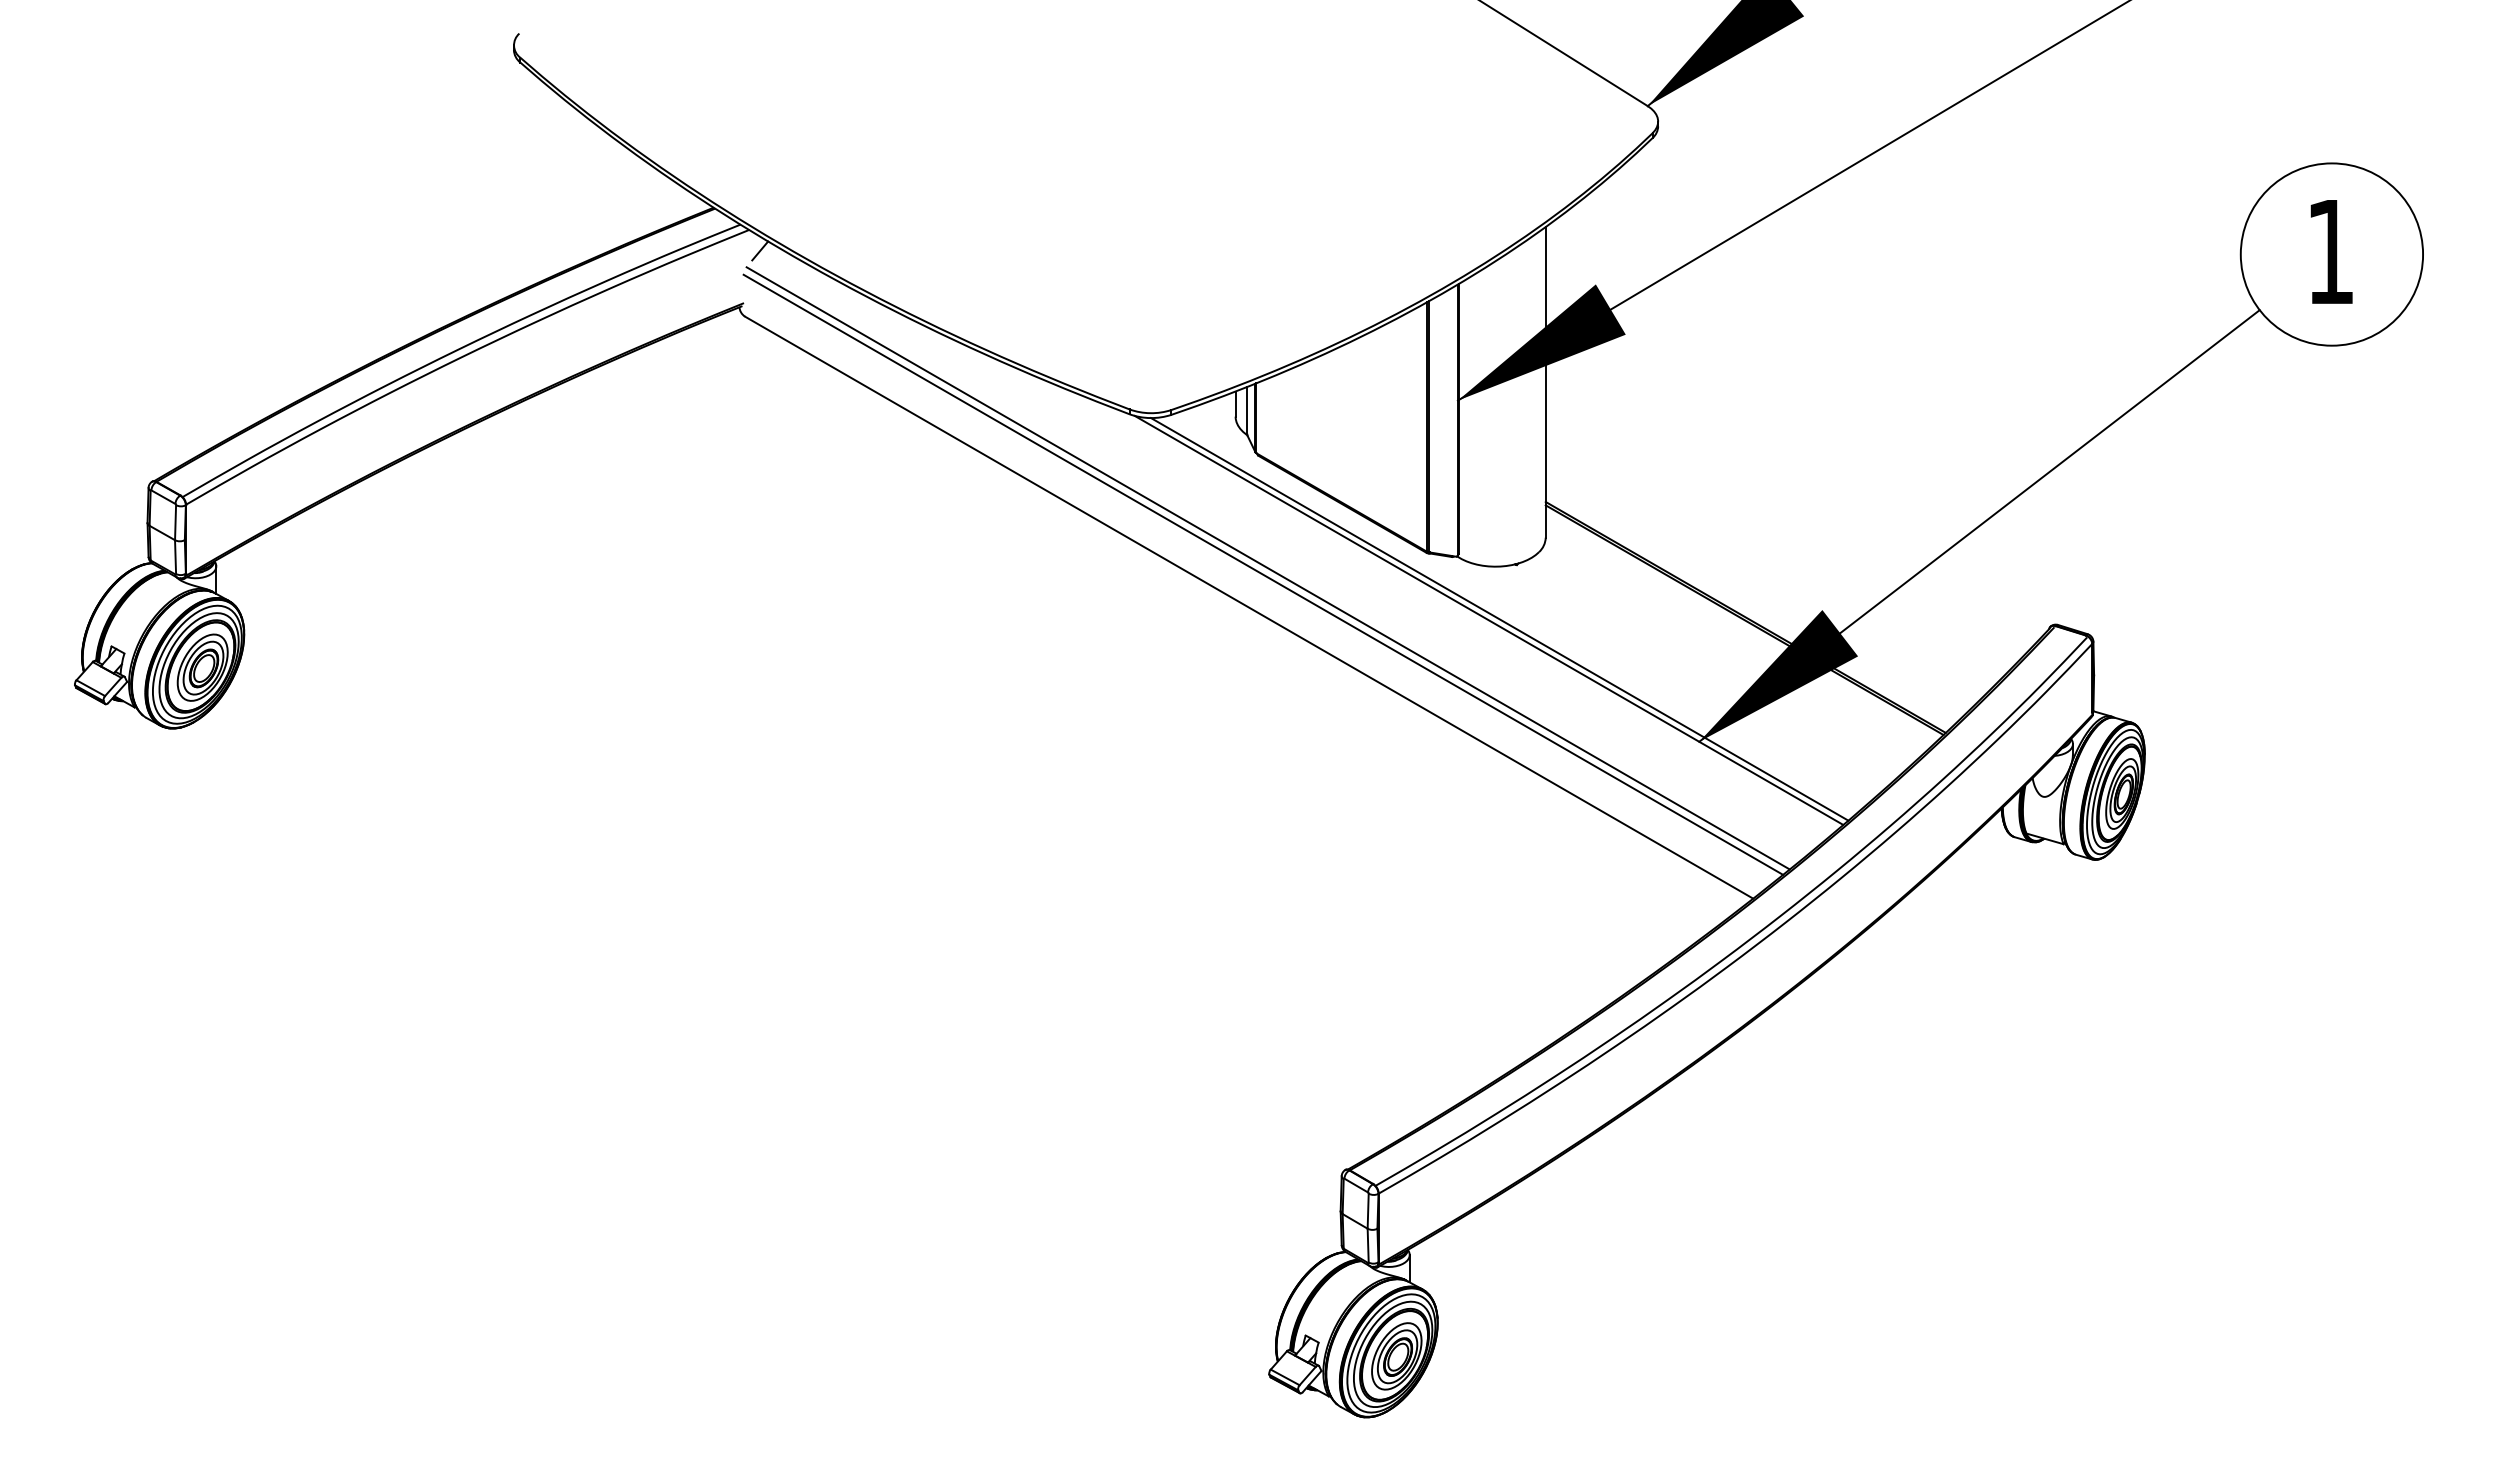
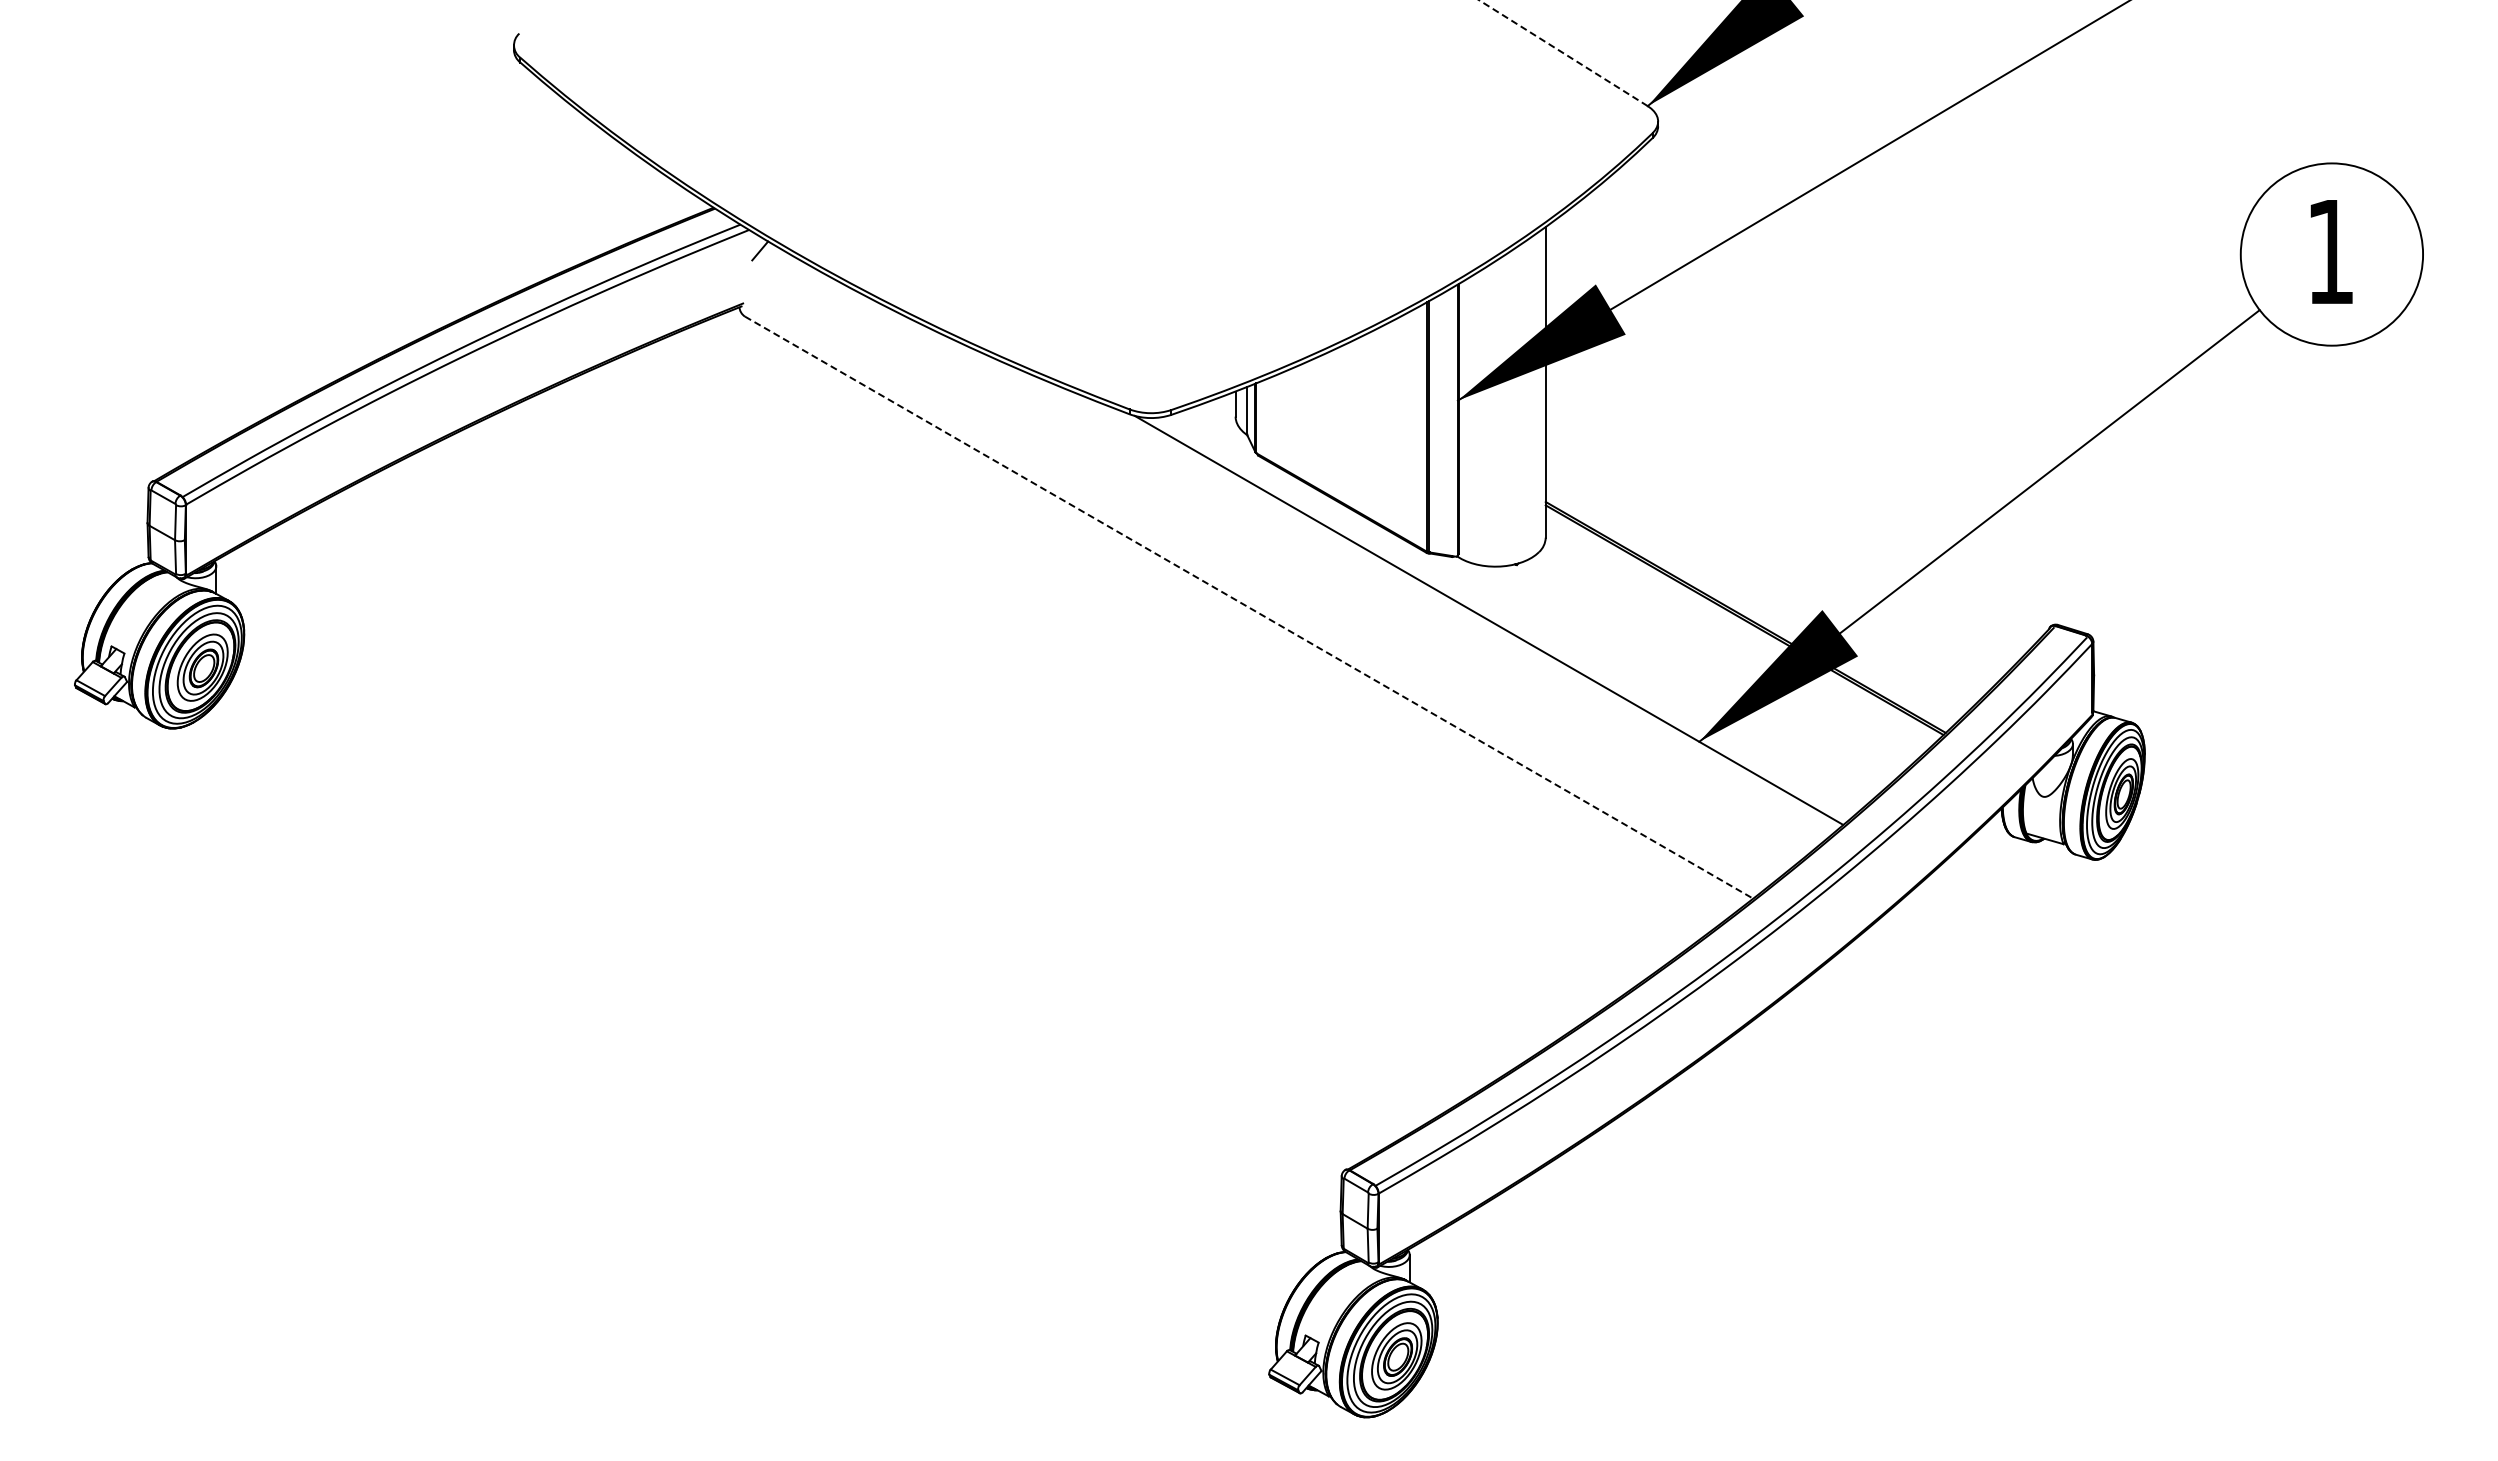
line at (1563, 52): solid -> dashed
line at (1267, 568): present -> none
line at (1263, 574): present -> none
line at (1249, 607): solid -> dashed
line at (1499, 619): present -> none
